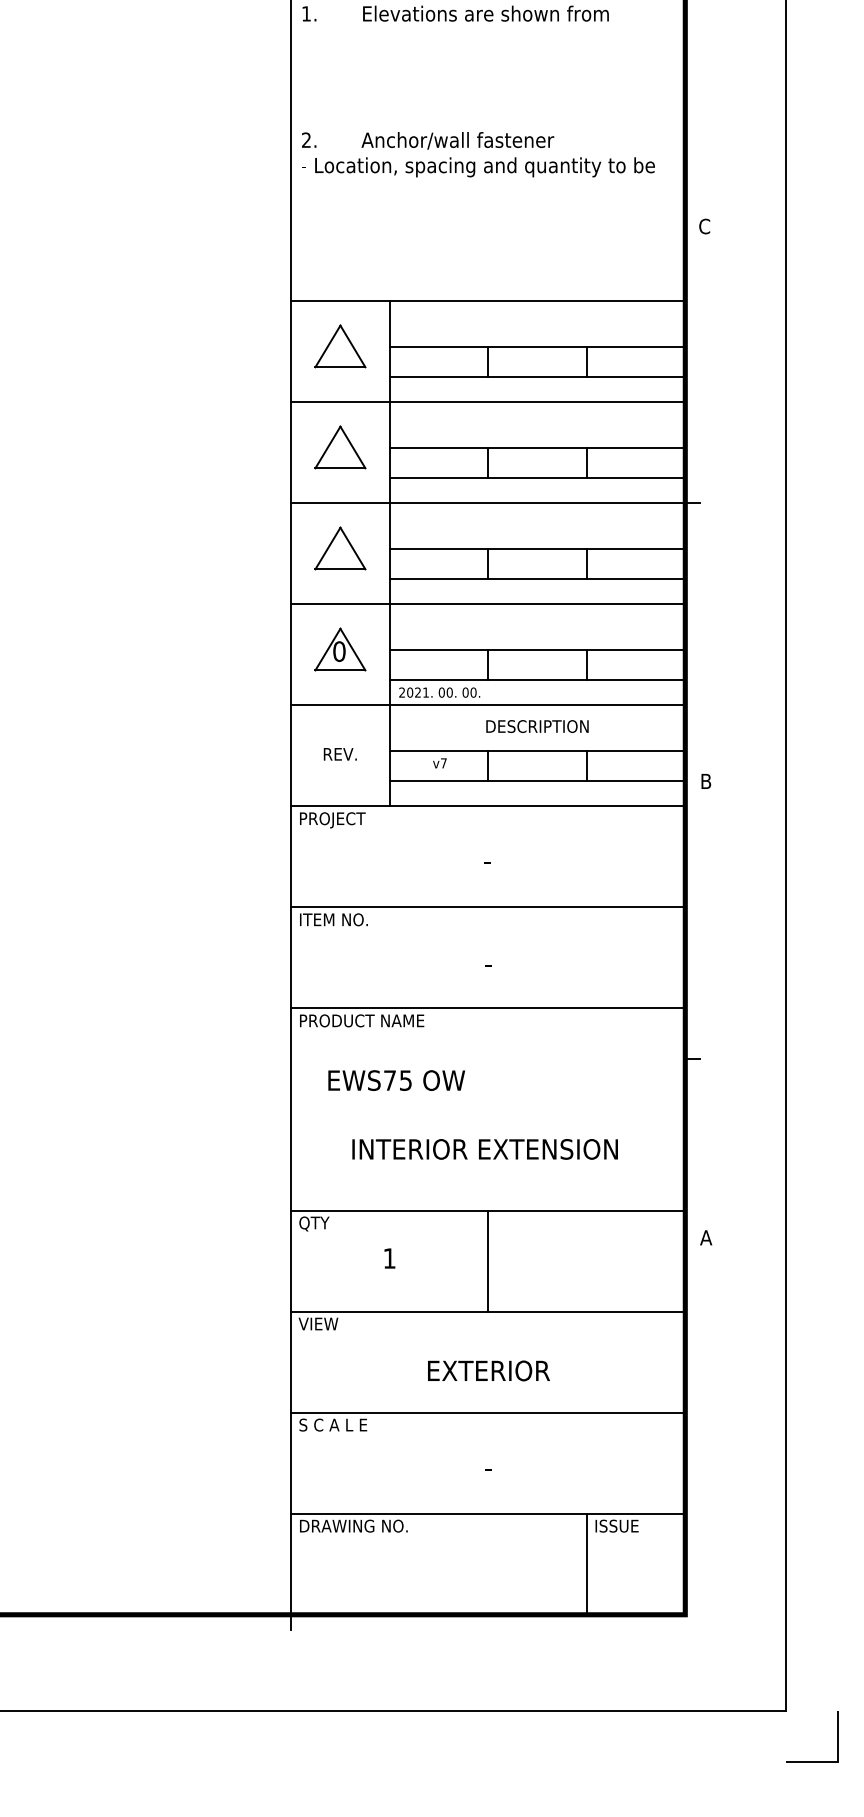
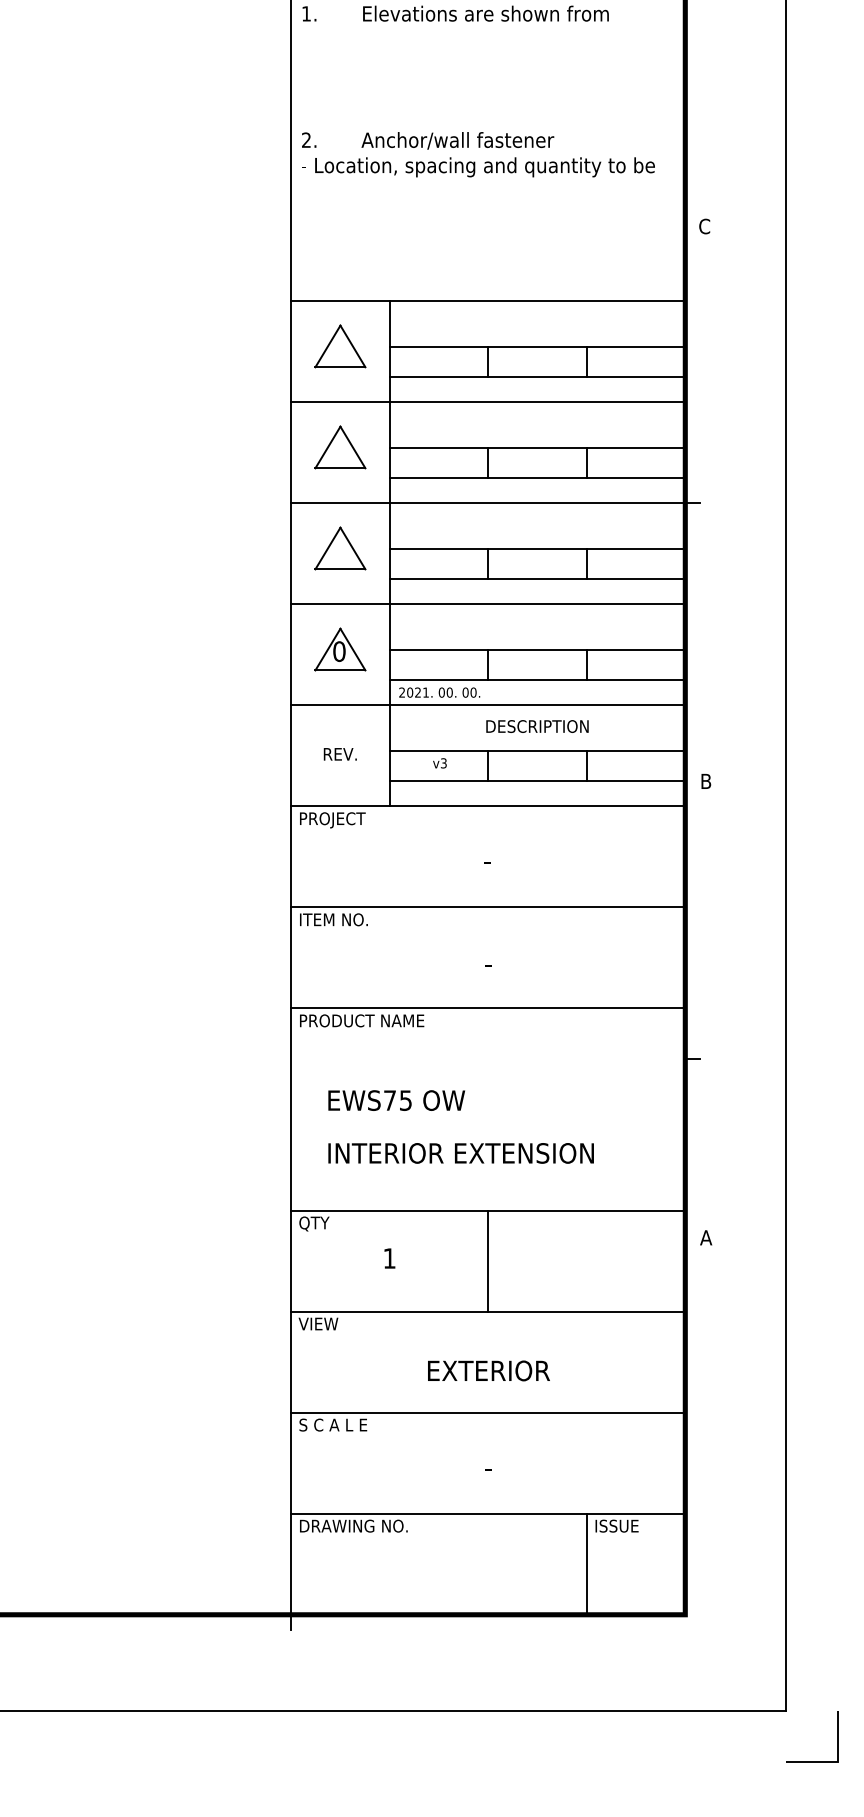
text at (443, 763): v7 -> v3
text at (396, 1080) position: (396, 1080) -> (396, 1100)
text at (484, 1149) position: (484, 1149) -> (460, 1153)
